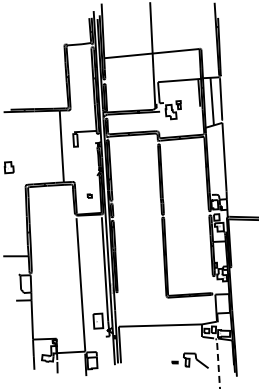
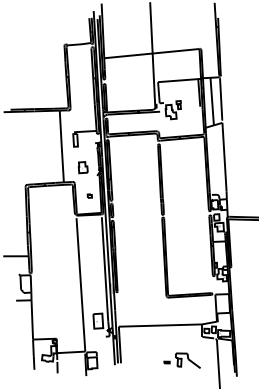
part at (8, 167) position: (8, 167) -> (82, 167)
part at (189, 360) position: (189, 360) -> (181, 360)
line at (218, 364): dashed -> solid
